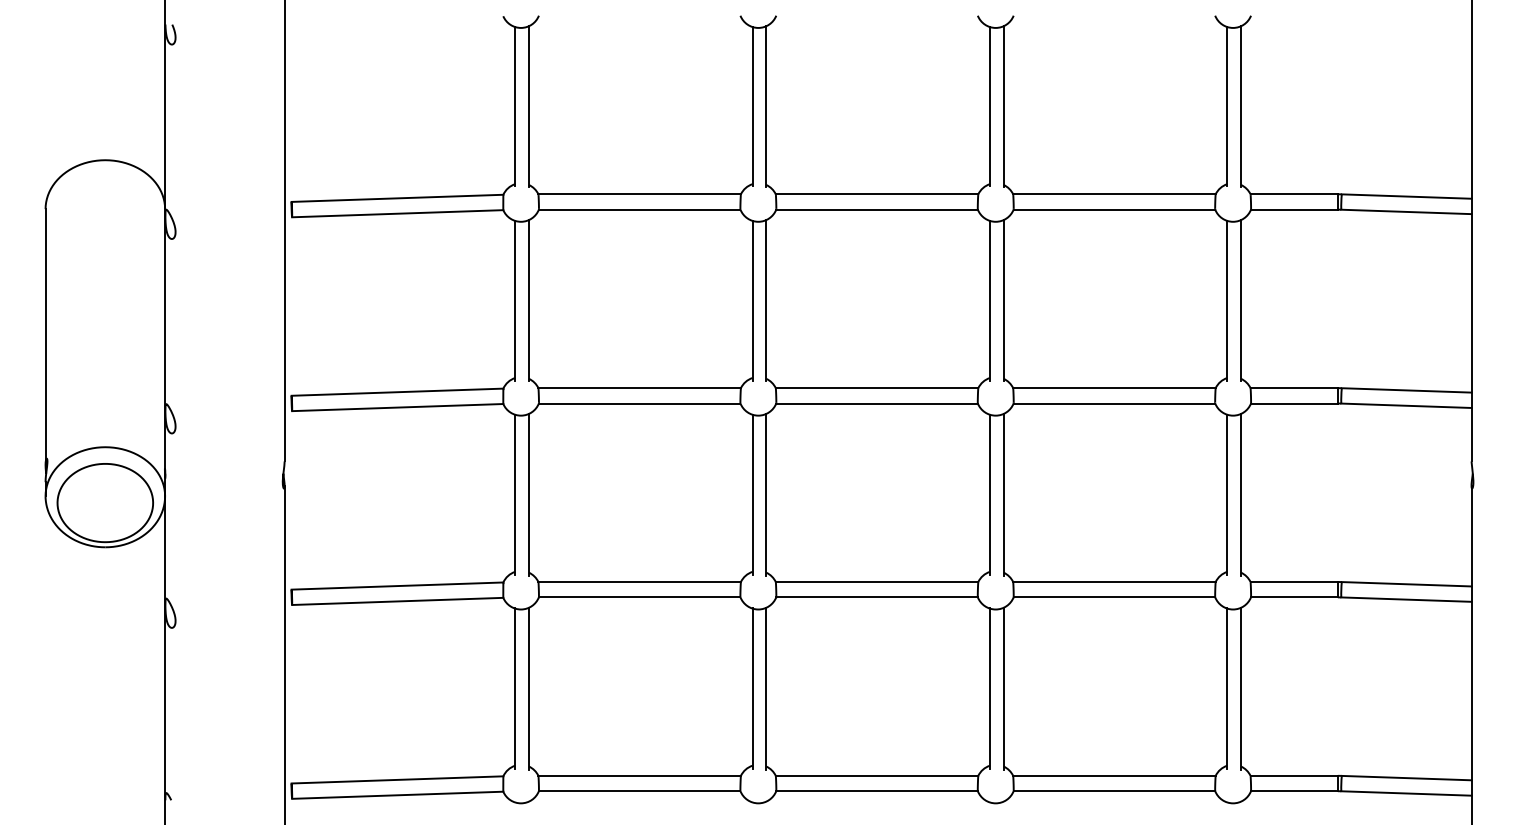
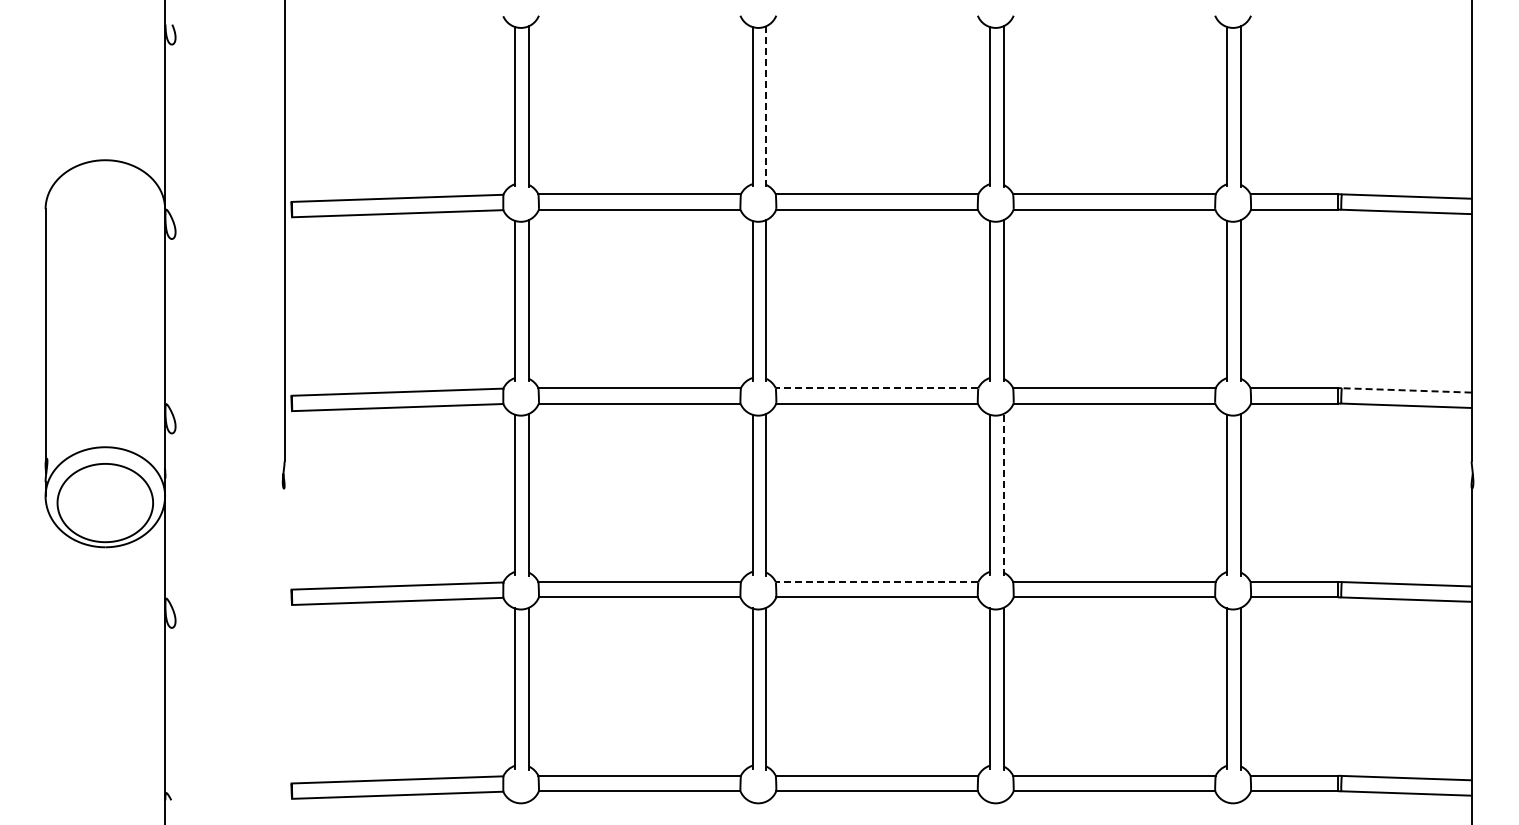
line at (766, 106): solid -> dashed
line at (876, 388): solid -> dashed
line at (1406, 390): solid -> dashed
line at (1003, 494): solid -> dashed
line at (876, 582): solid -> dashed
line at (284, 653): present -> none
